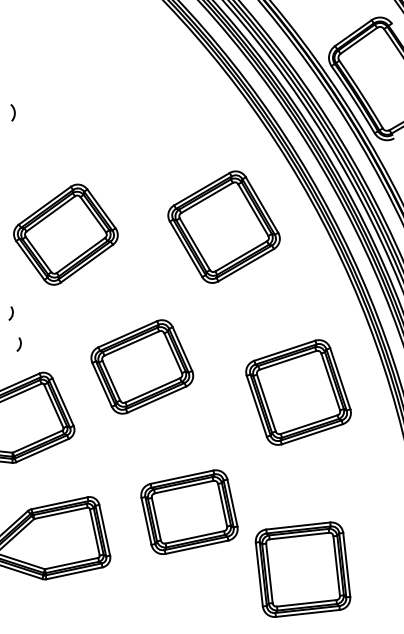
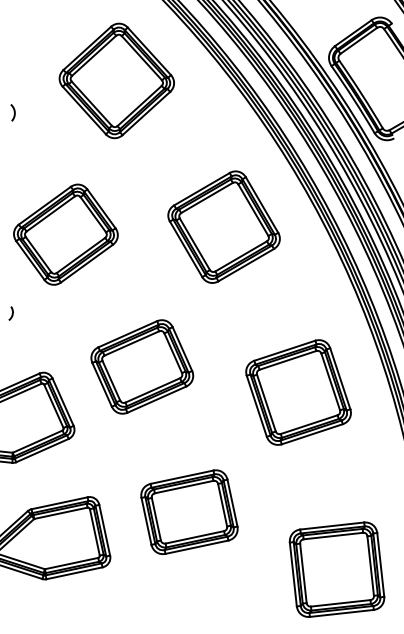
part at (116, 80): none -> present
curve at (19, 344): present -> none
part at (302, 569) position: (302, 569) -> (336, 569)
